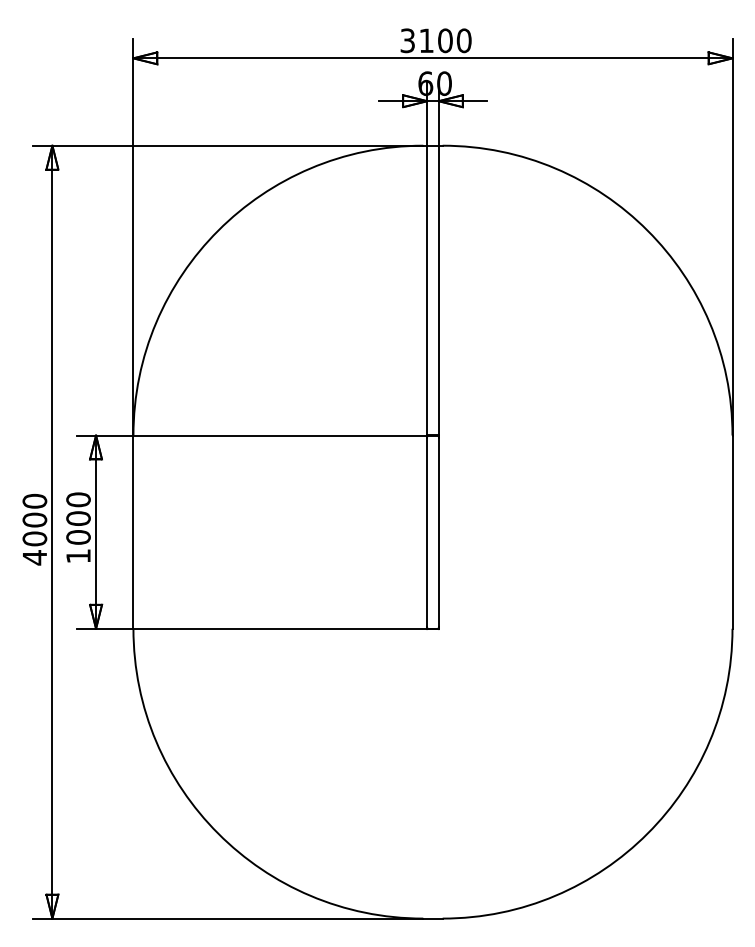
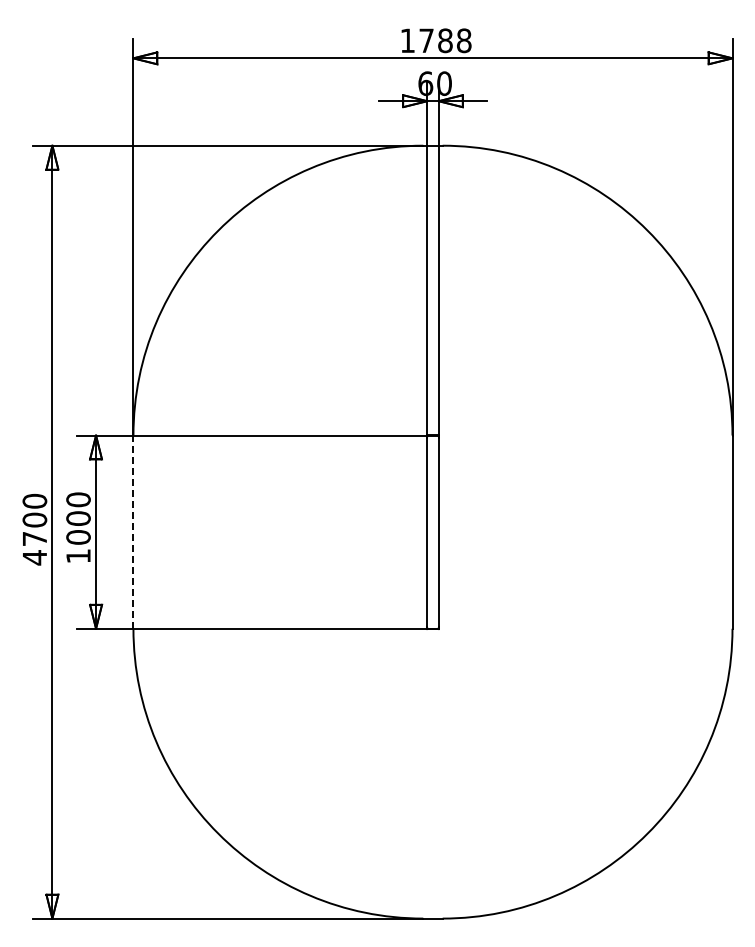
text at (435, 40): 3100 -> 1788
line at (133, 532): solid -> dashed
text at (34, 538): 4000 -> 4700
